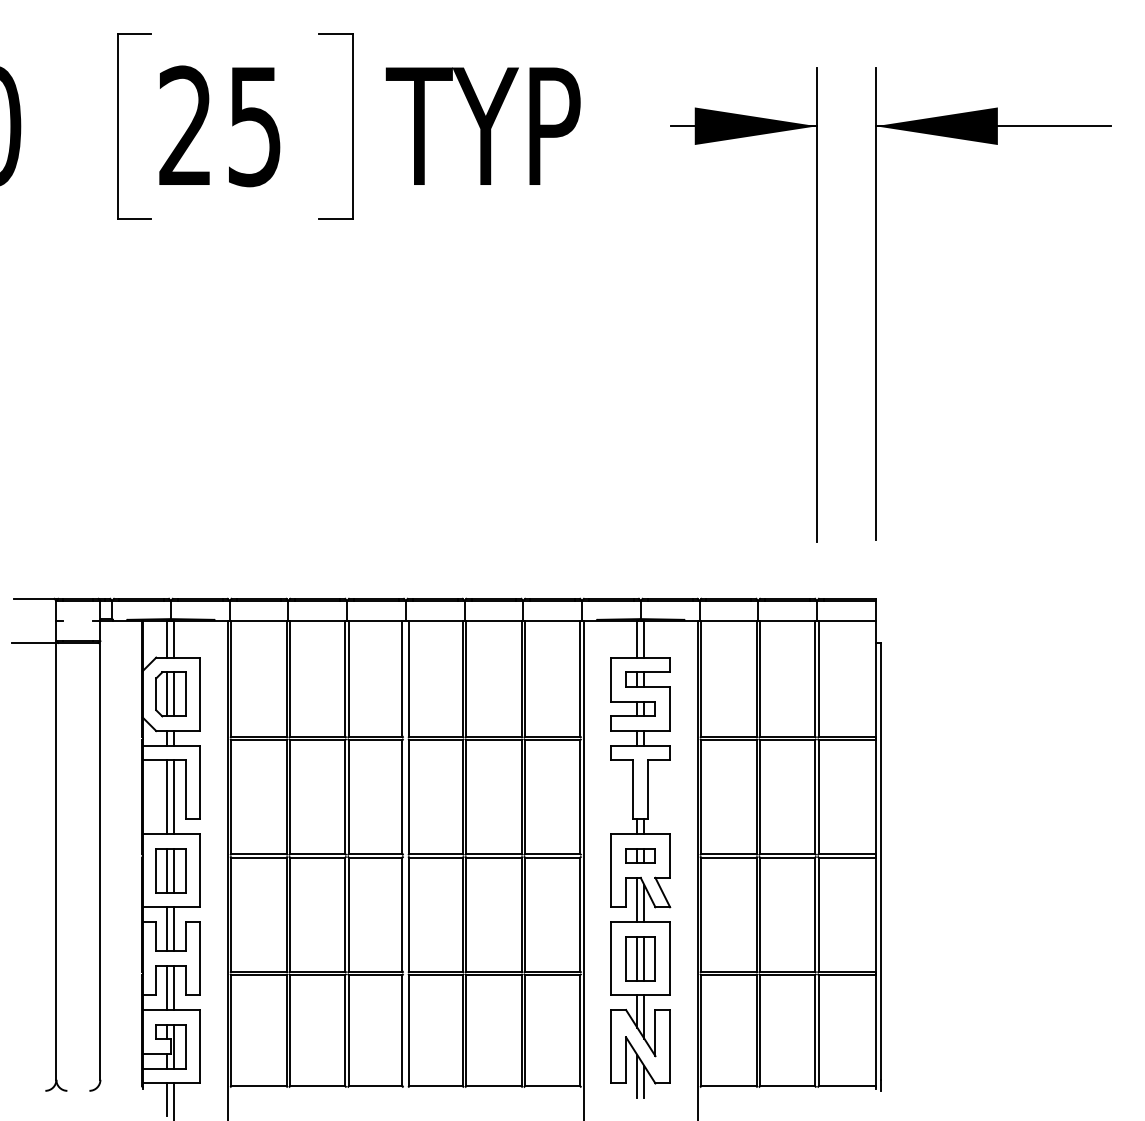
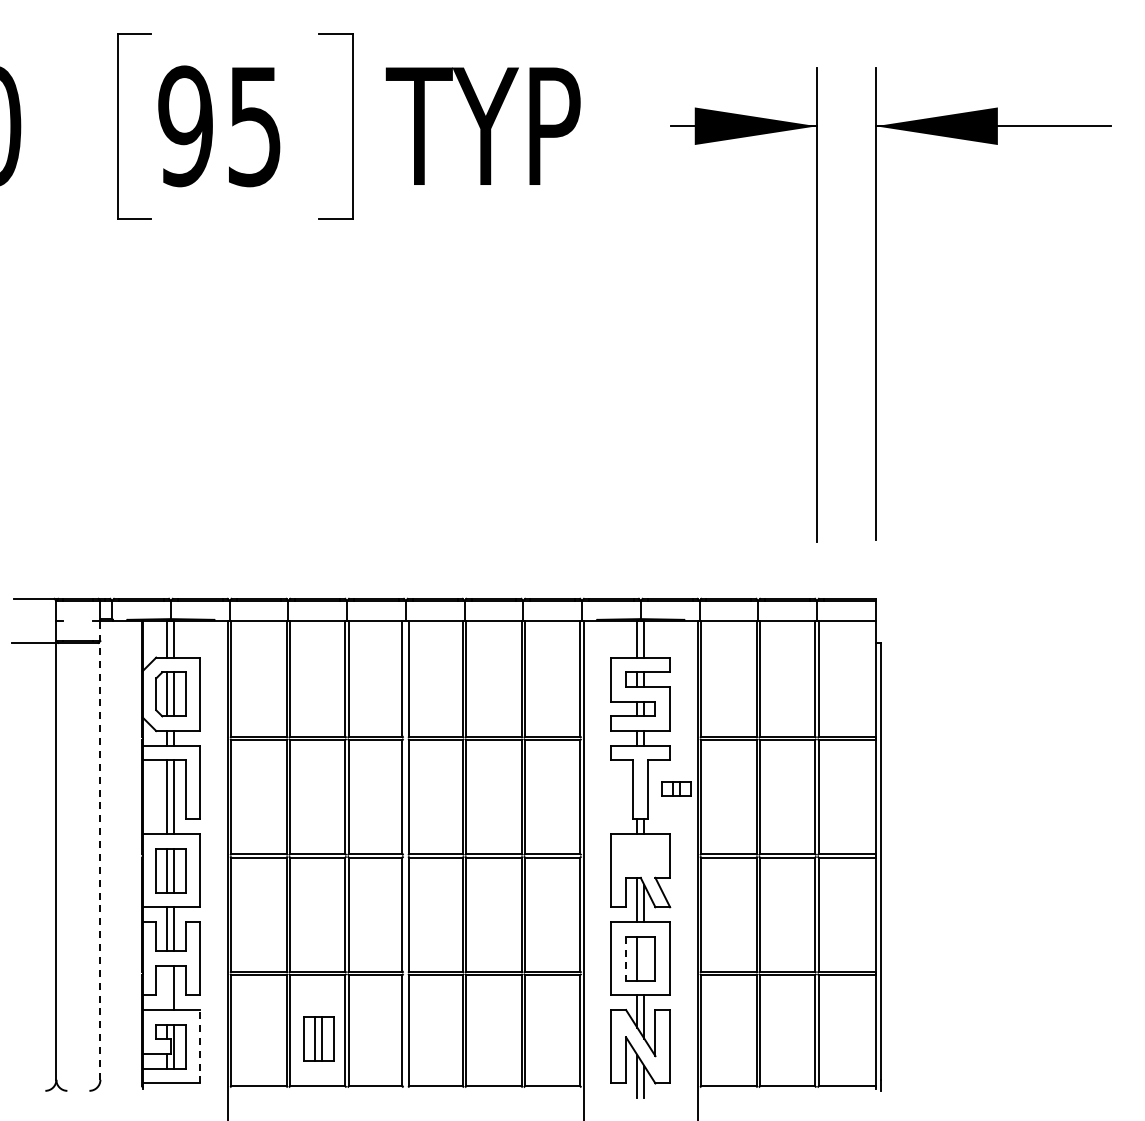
text at (185, 126): 25 -> 95
line at (100, 849): solid -> dashed
part at (640, 855) position: (640, 855) -> (676, 788)
line at (644, 958): present -> none
line at (626, 959): solid -> dashed
line at (167, 987): present -> none
part at (318, 1038): none -> present
line at (200, 1046): solid -> dashed
line at (167, 1099): present -> none
line at (174, 1100): present -> none
